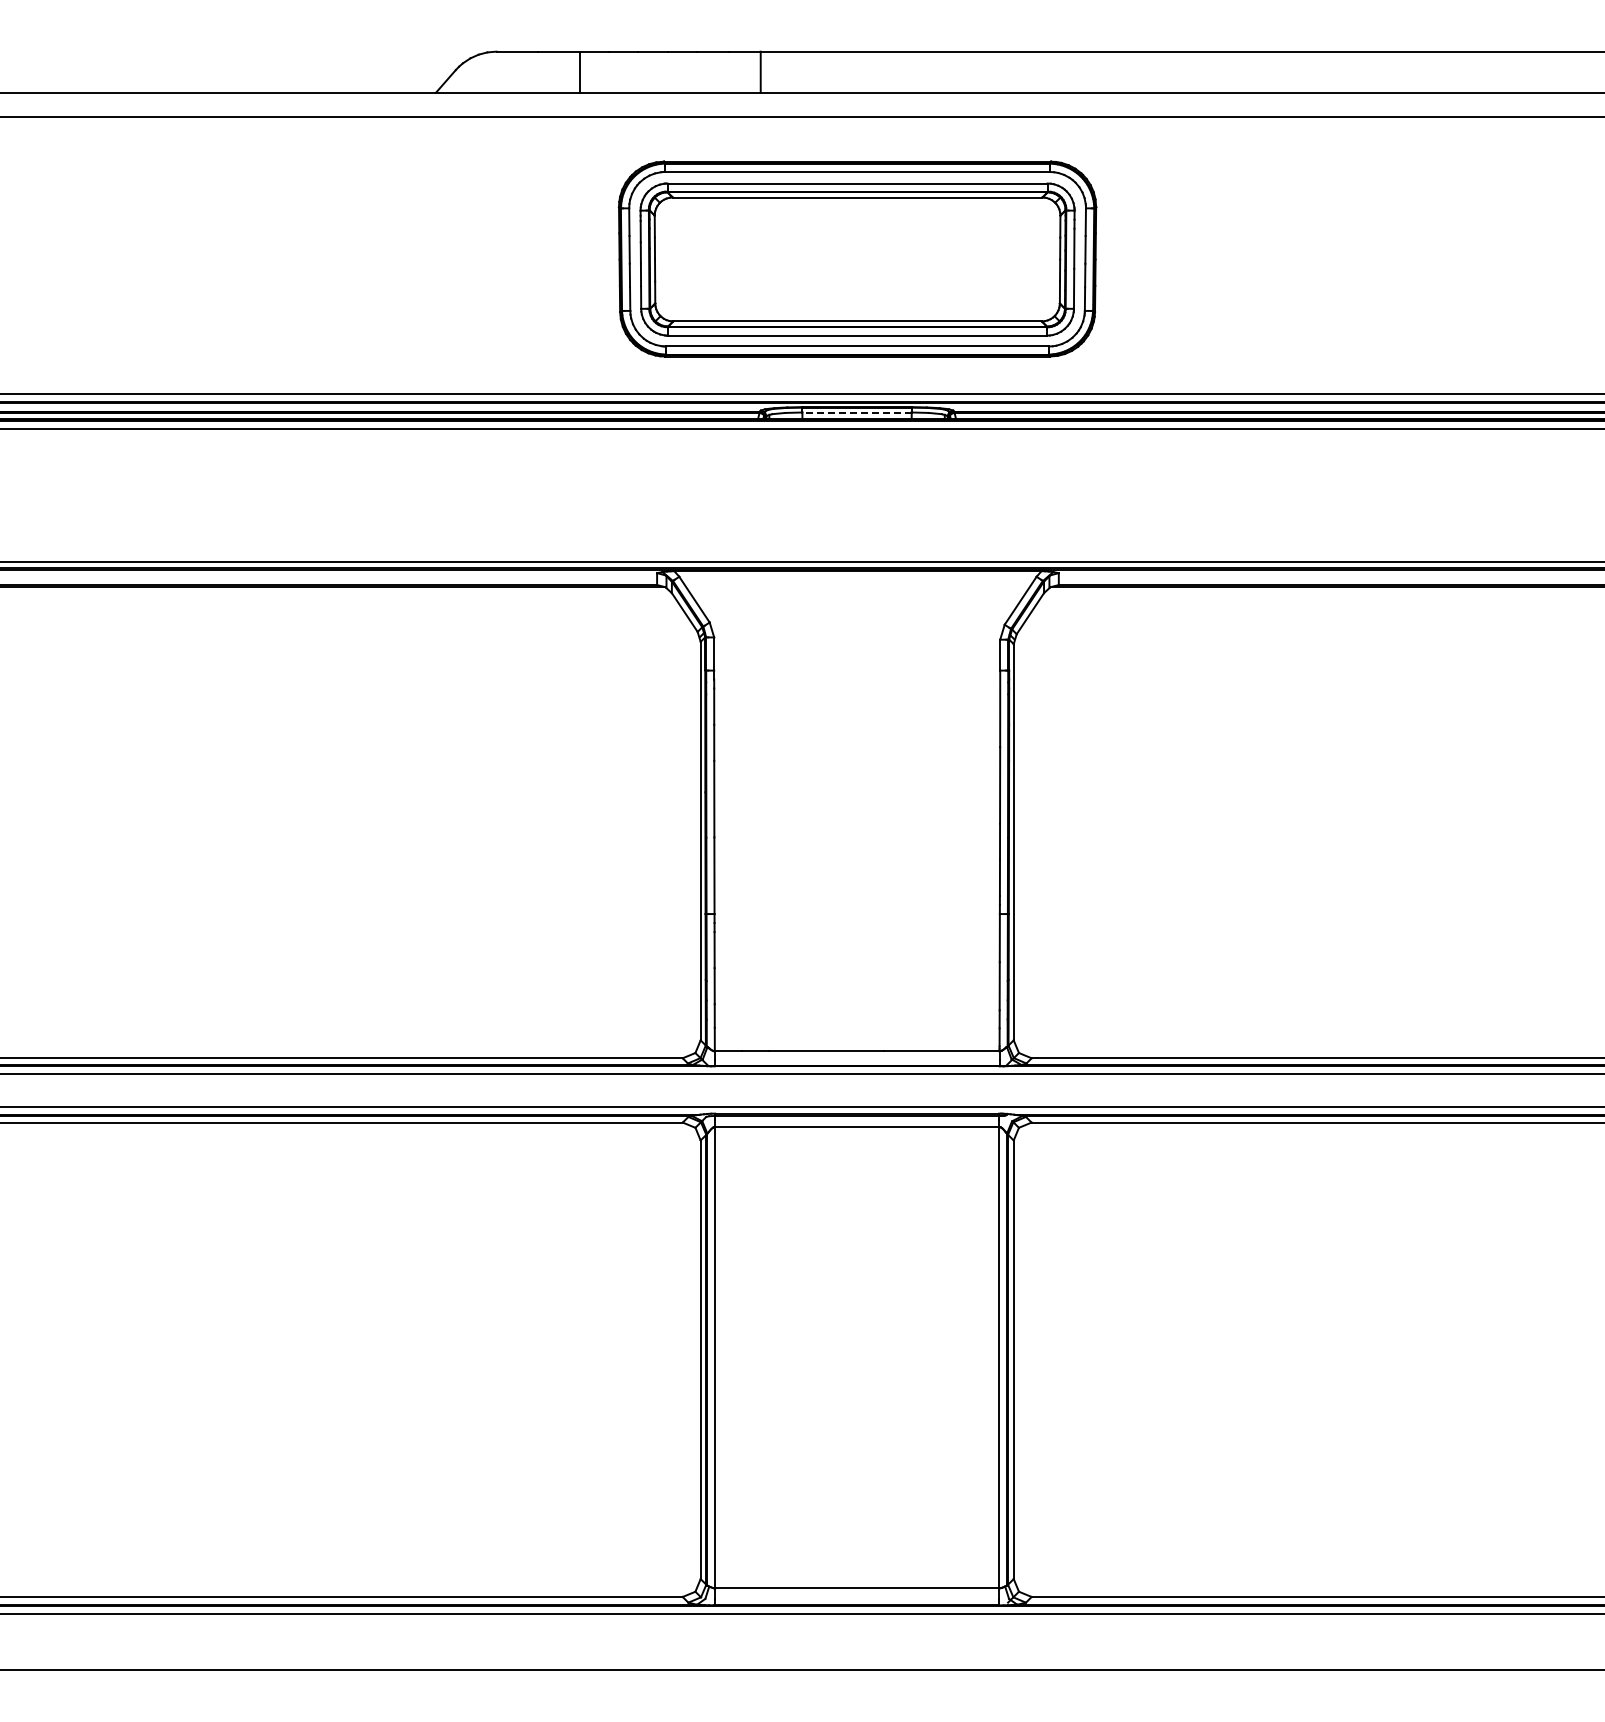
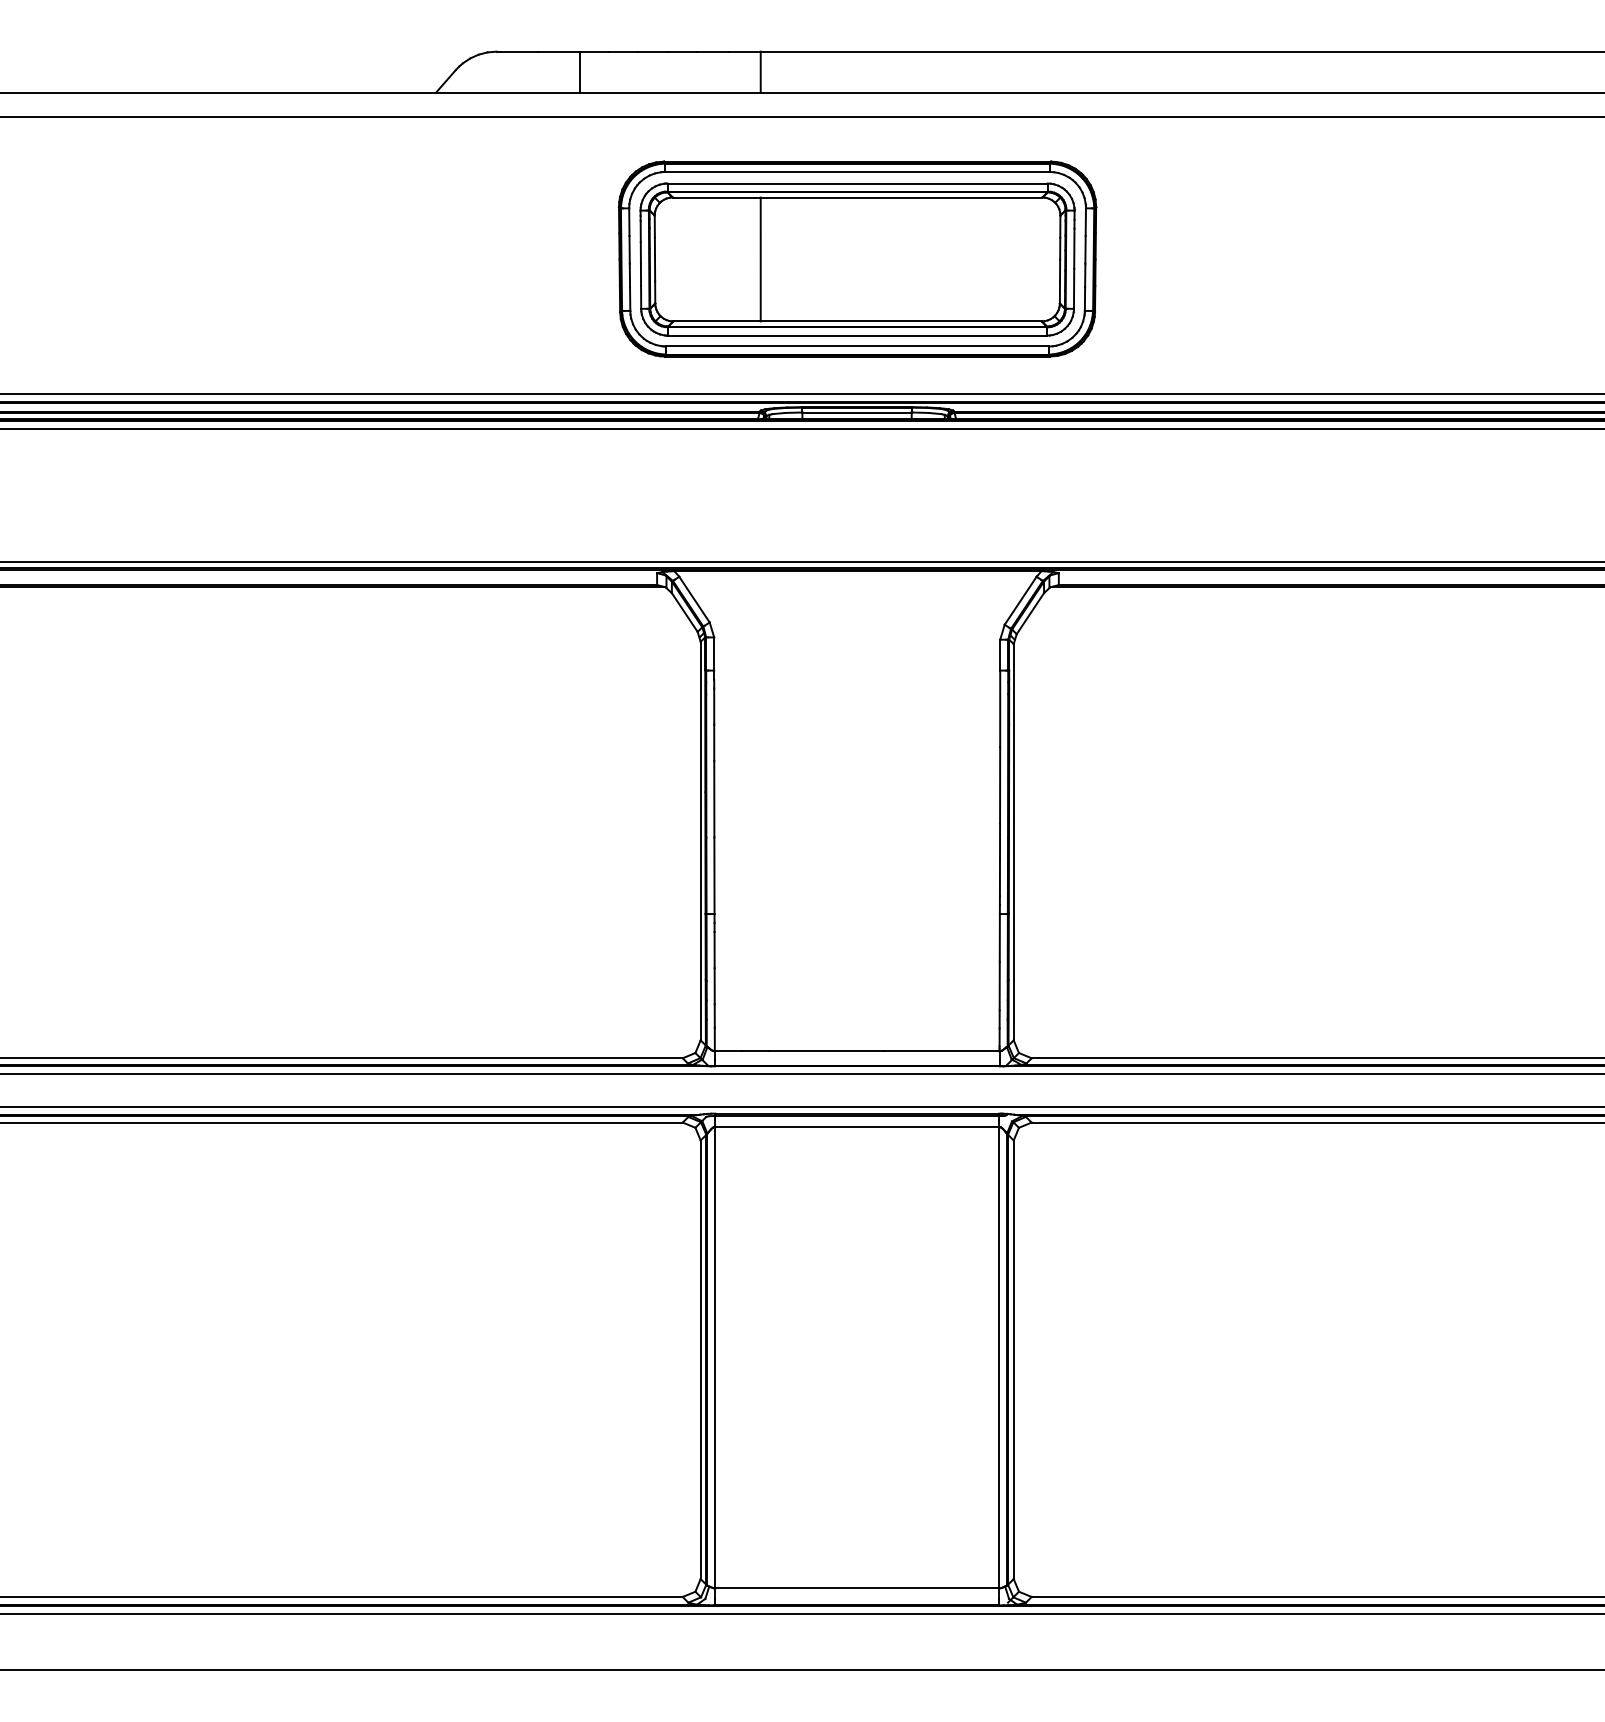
line at (760, 259): none -> present
line at (857, 412): dashed -> solid
